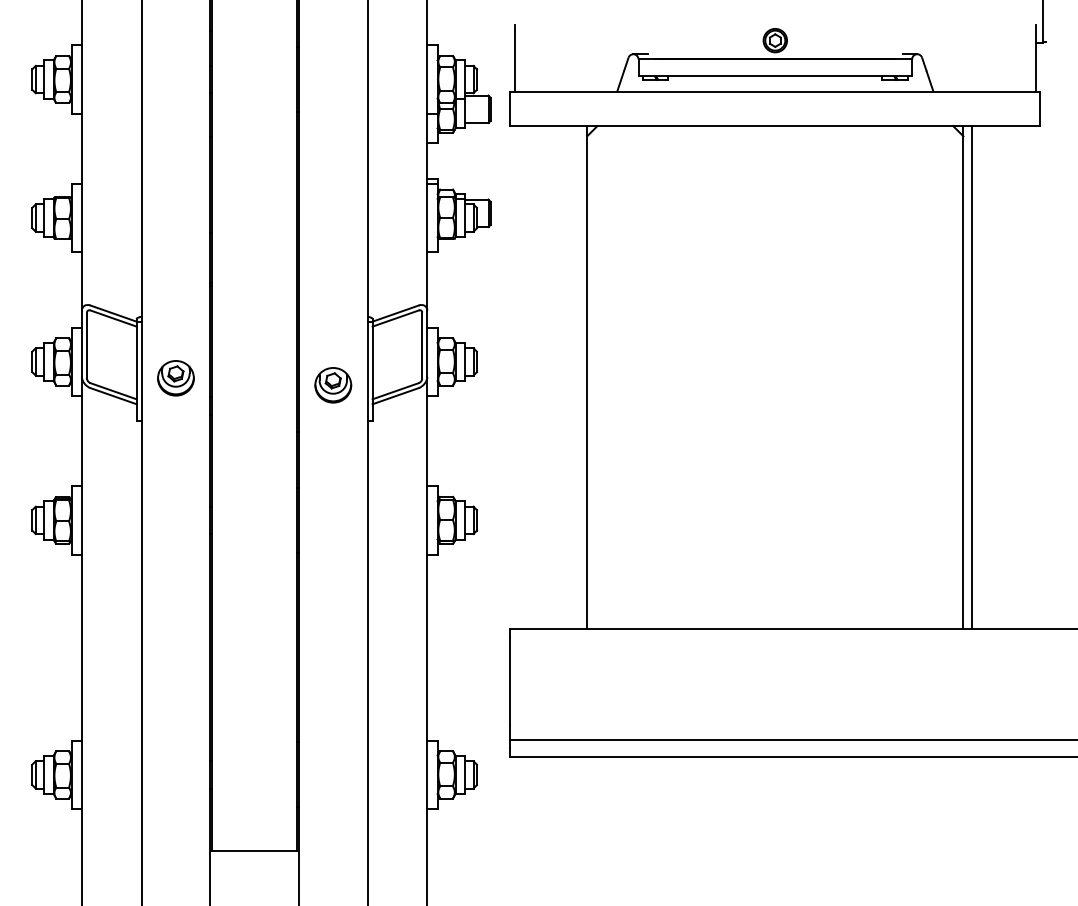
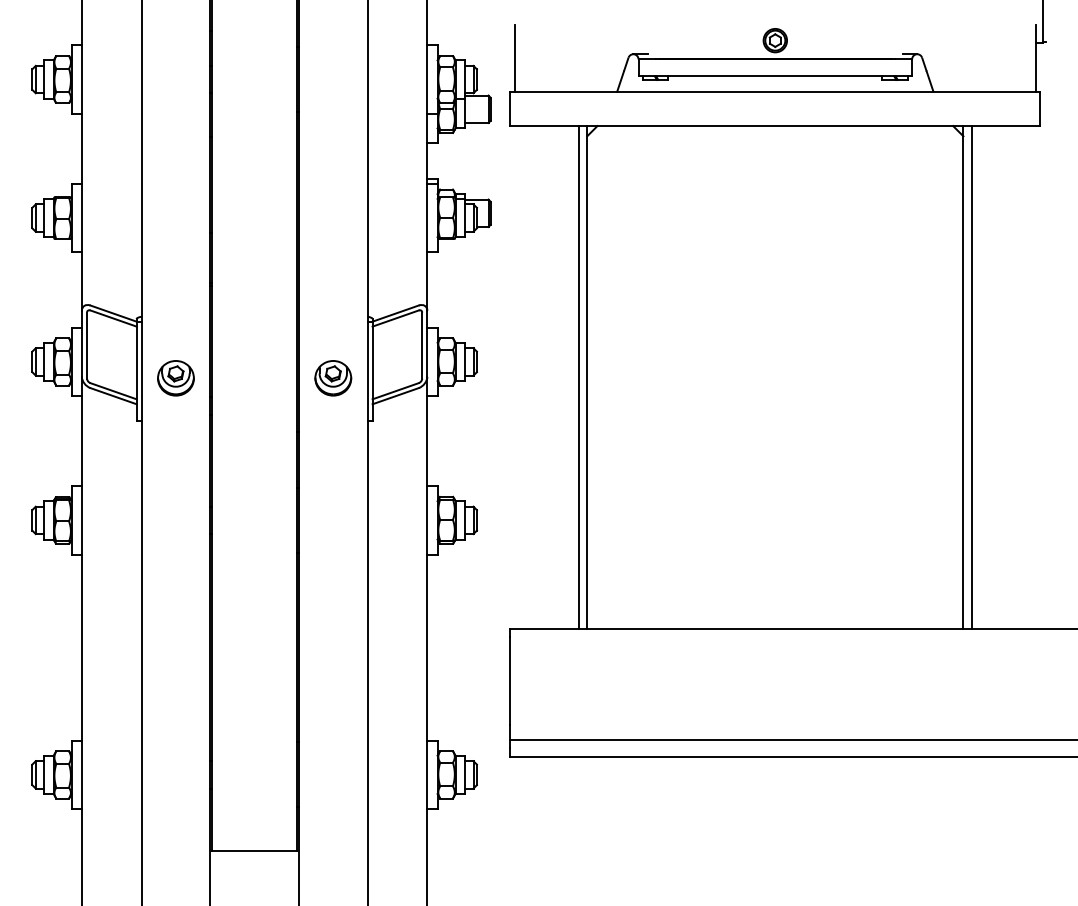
line at (578, 377): none -> present
part at (333, 385) position: (333, 385) -> (333, 378)
